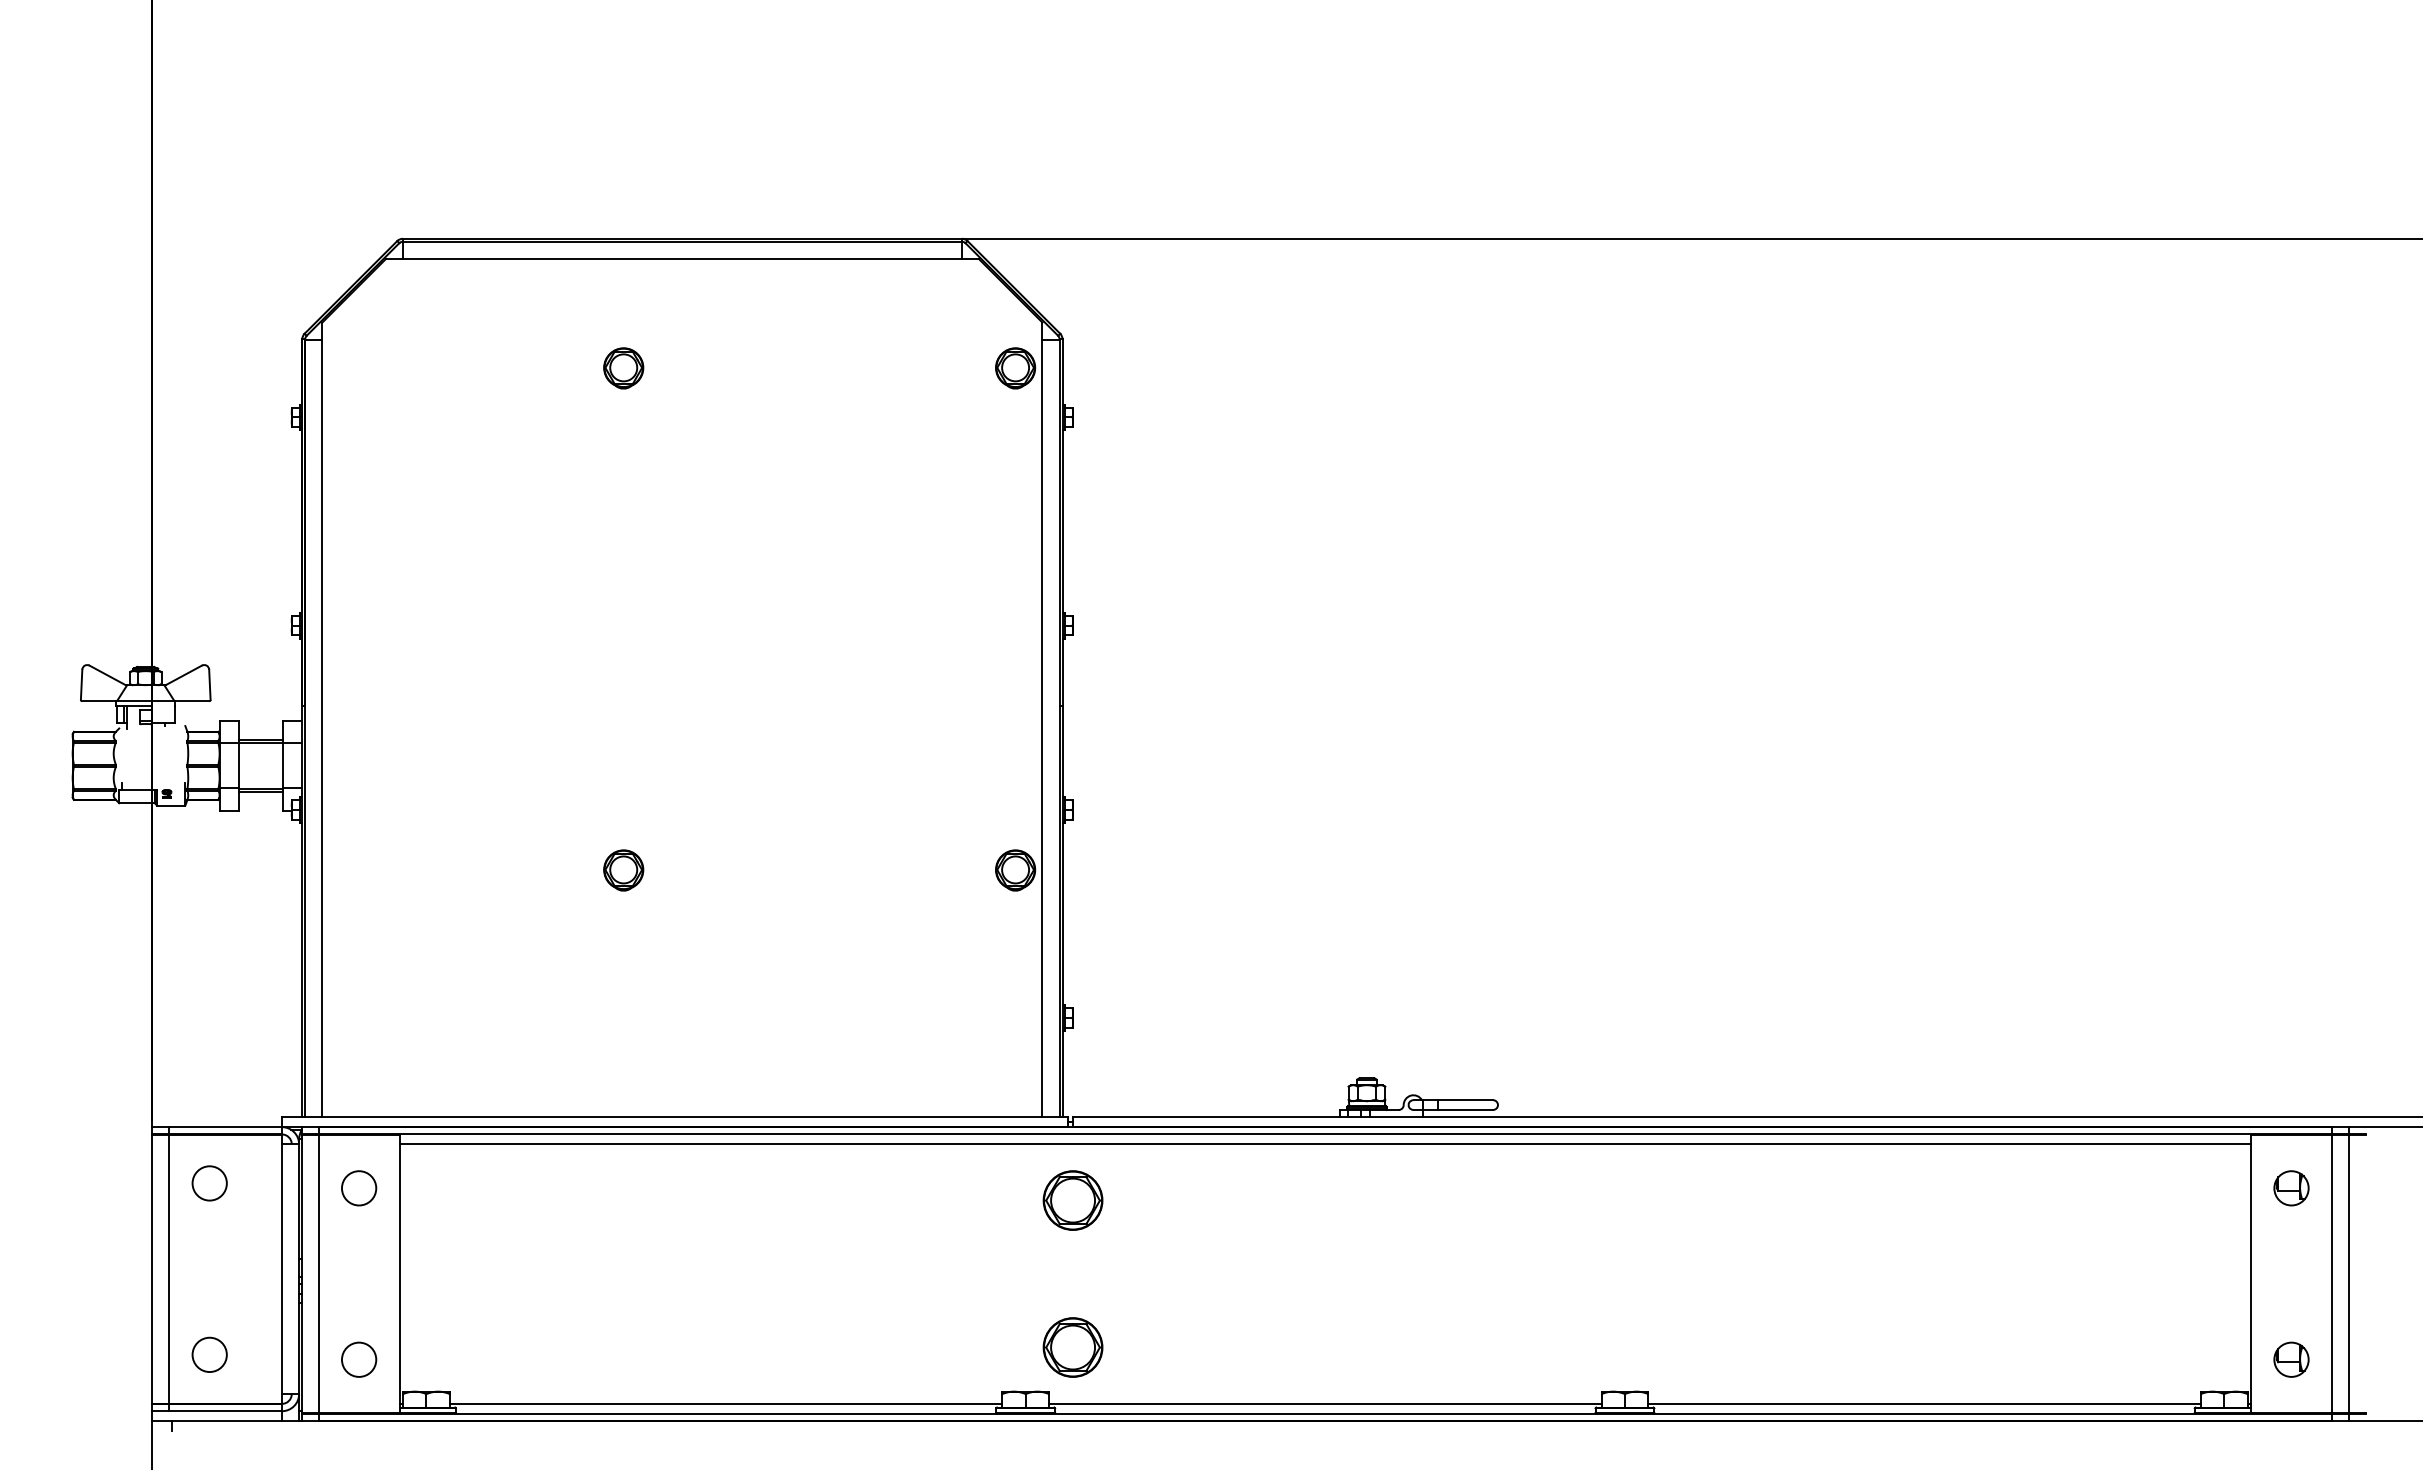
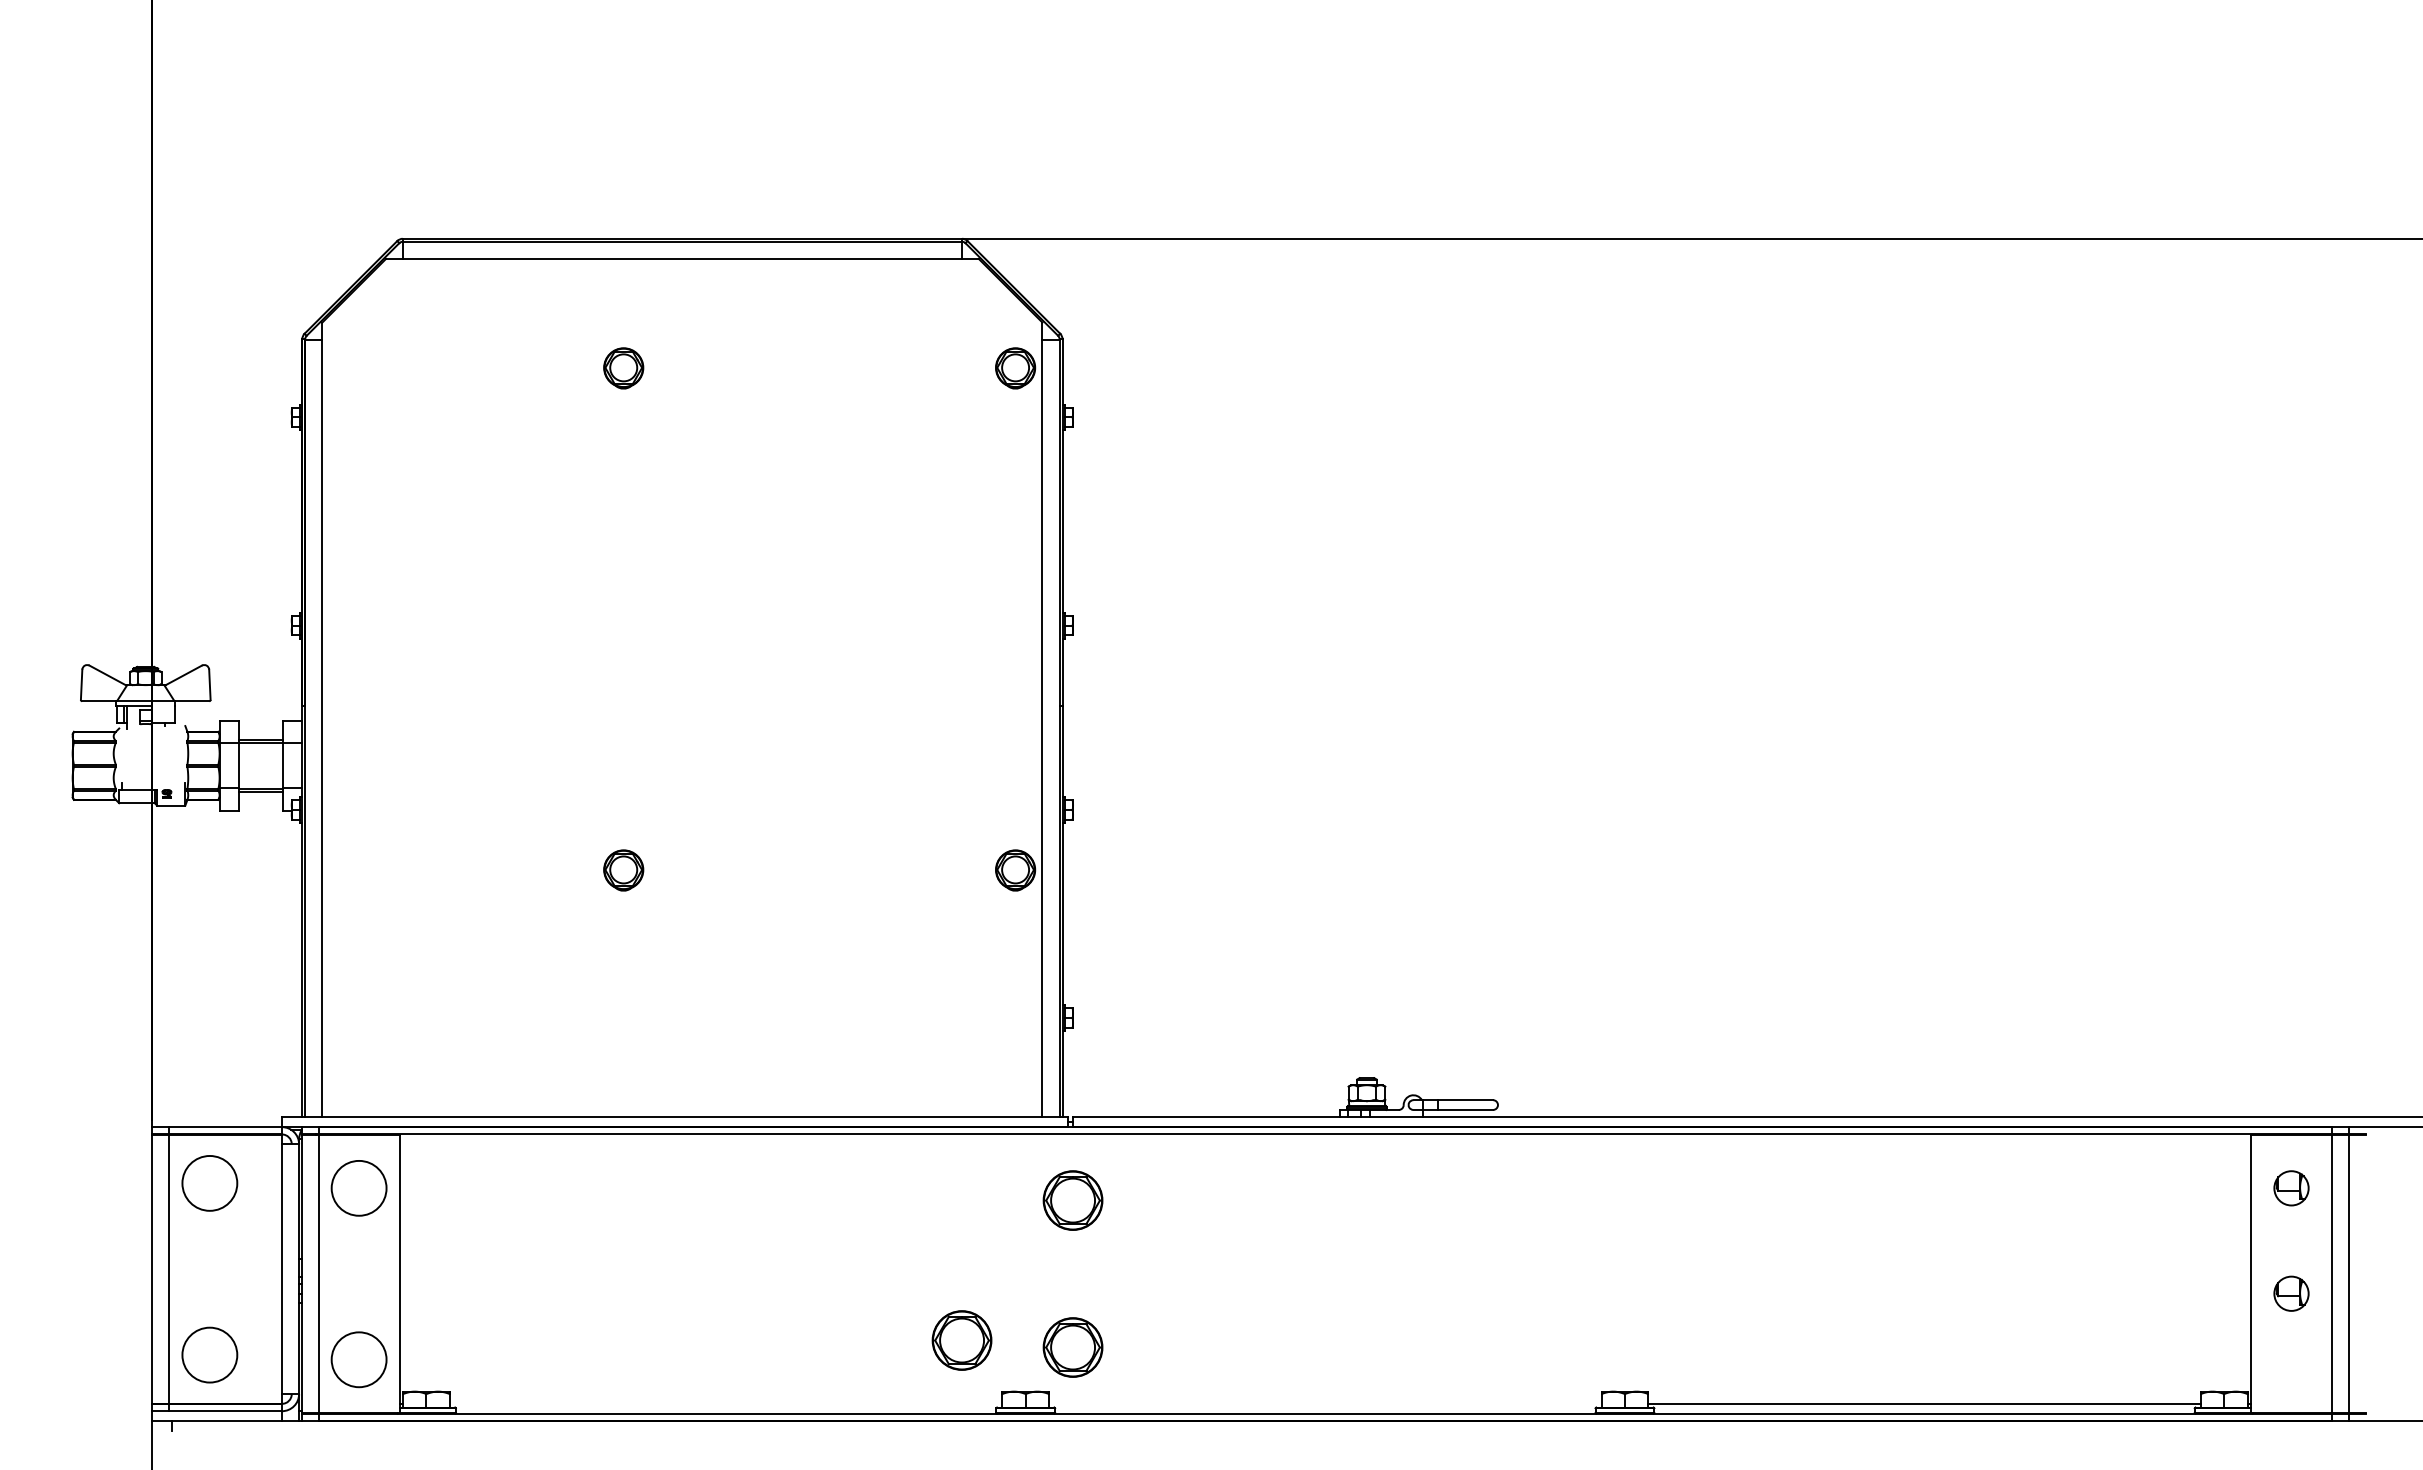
line at (1325, 1144): present -> none
circle at (209, 1183) size: 37x37 px -> 58x57 px
circle at (358, 1188) diameter: 34 px -> 55 px
part at (961, 1340): none -> present
circle at (209, 1354) size: 37x37 px -> 58x58 px
circle at (358, 1359) diameter: 34 px -> 55 px
part at (2291, 1359) position: (2291, 1359) -> (2291, 1293)
line at (725, 1403): present -> none
line at (1325, 1403): present -> none
